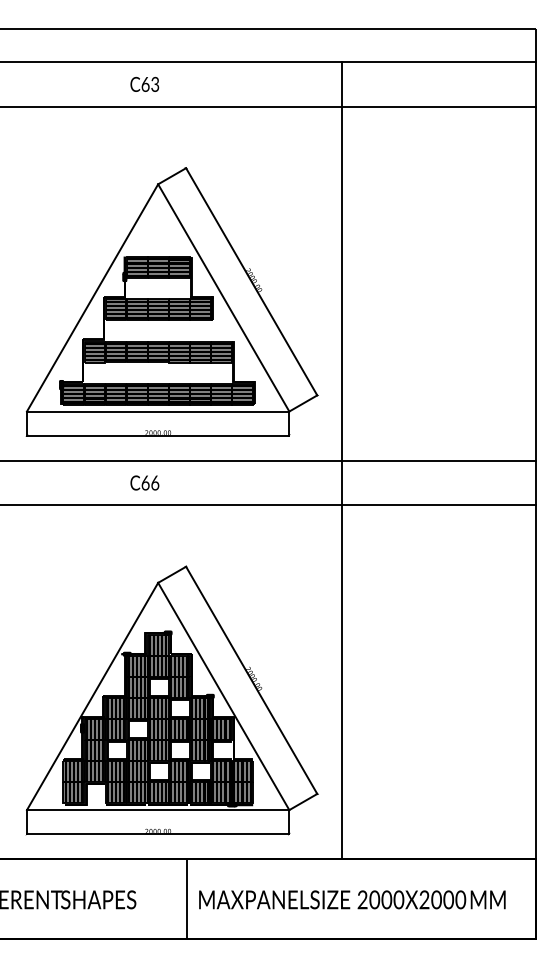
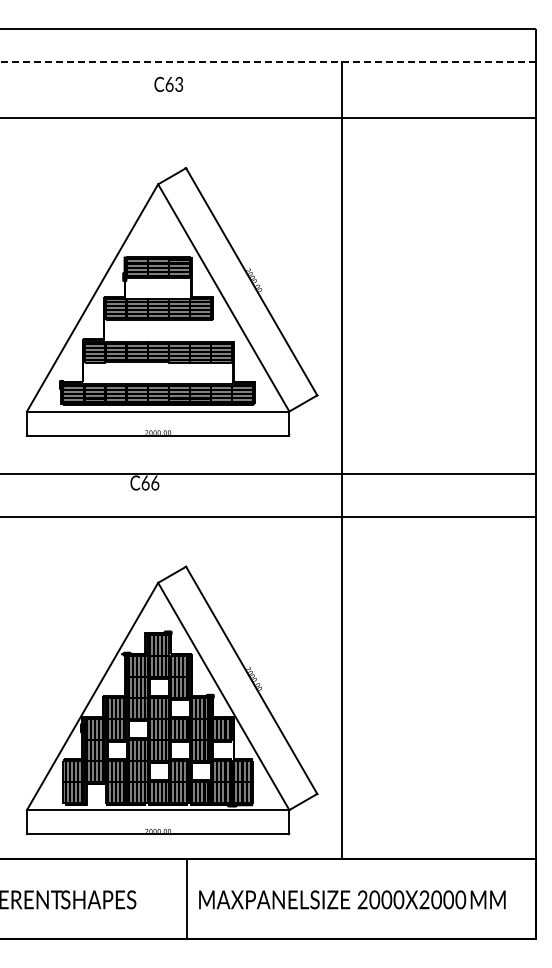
line at (267, 62): solid -> dashed
text at (144, 83) position: (144, 83) -> (168, 83)
line at (268, 106) position: (268, 106) -> (268, 117)
line at (268, 460) position: (268, 460) -> (268, 473)
line at (268, 505) position: (268, 505) -> (268, 517)
